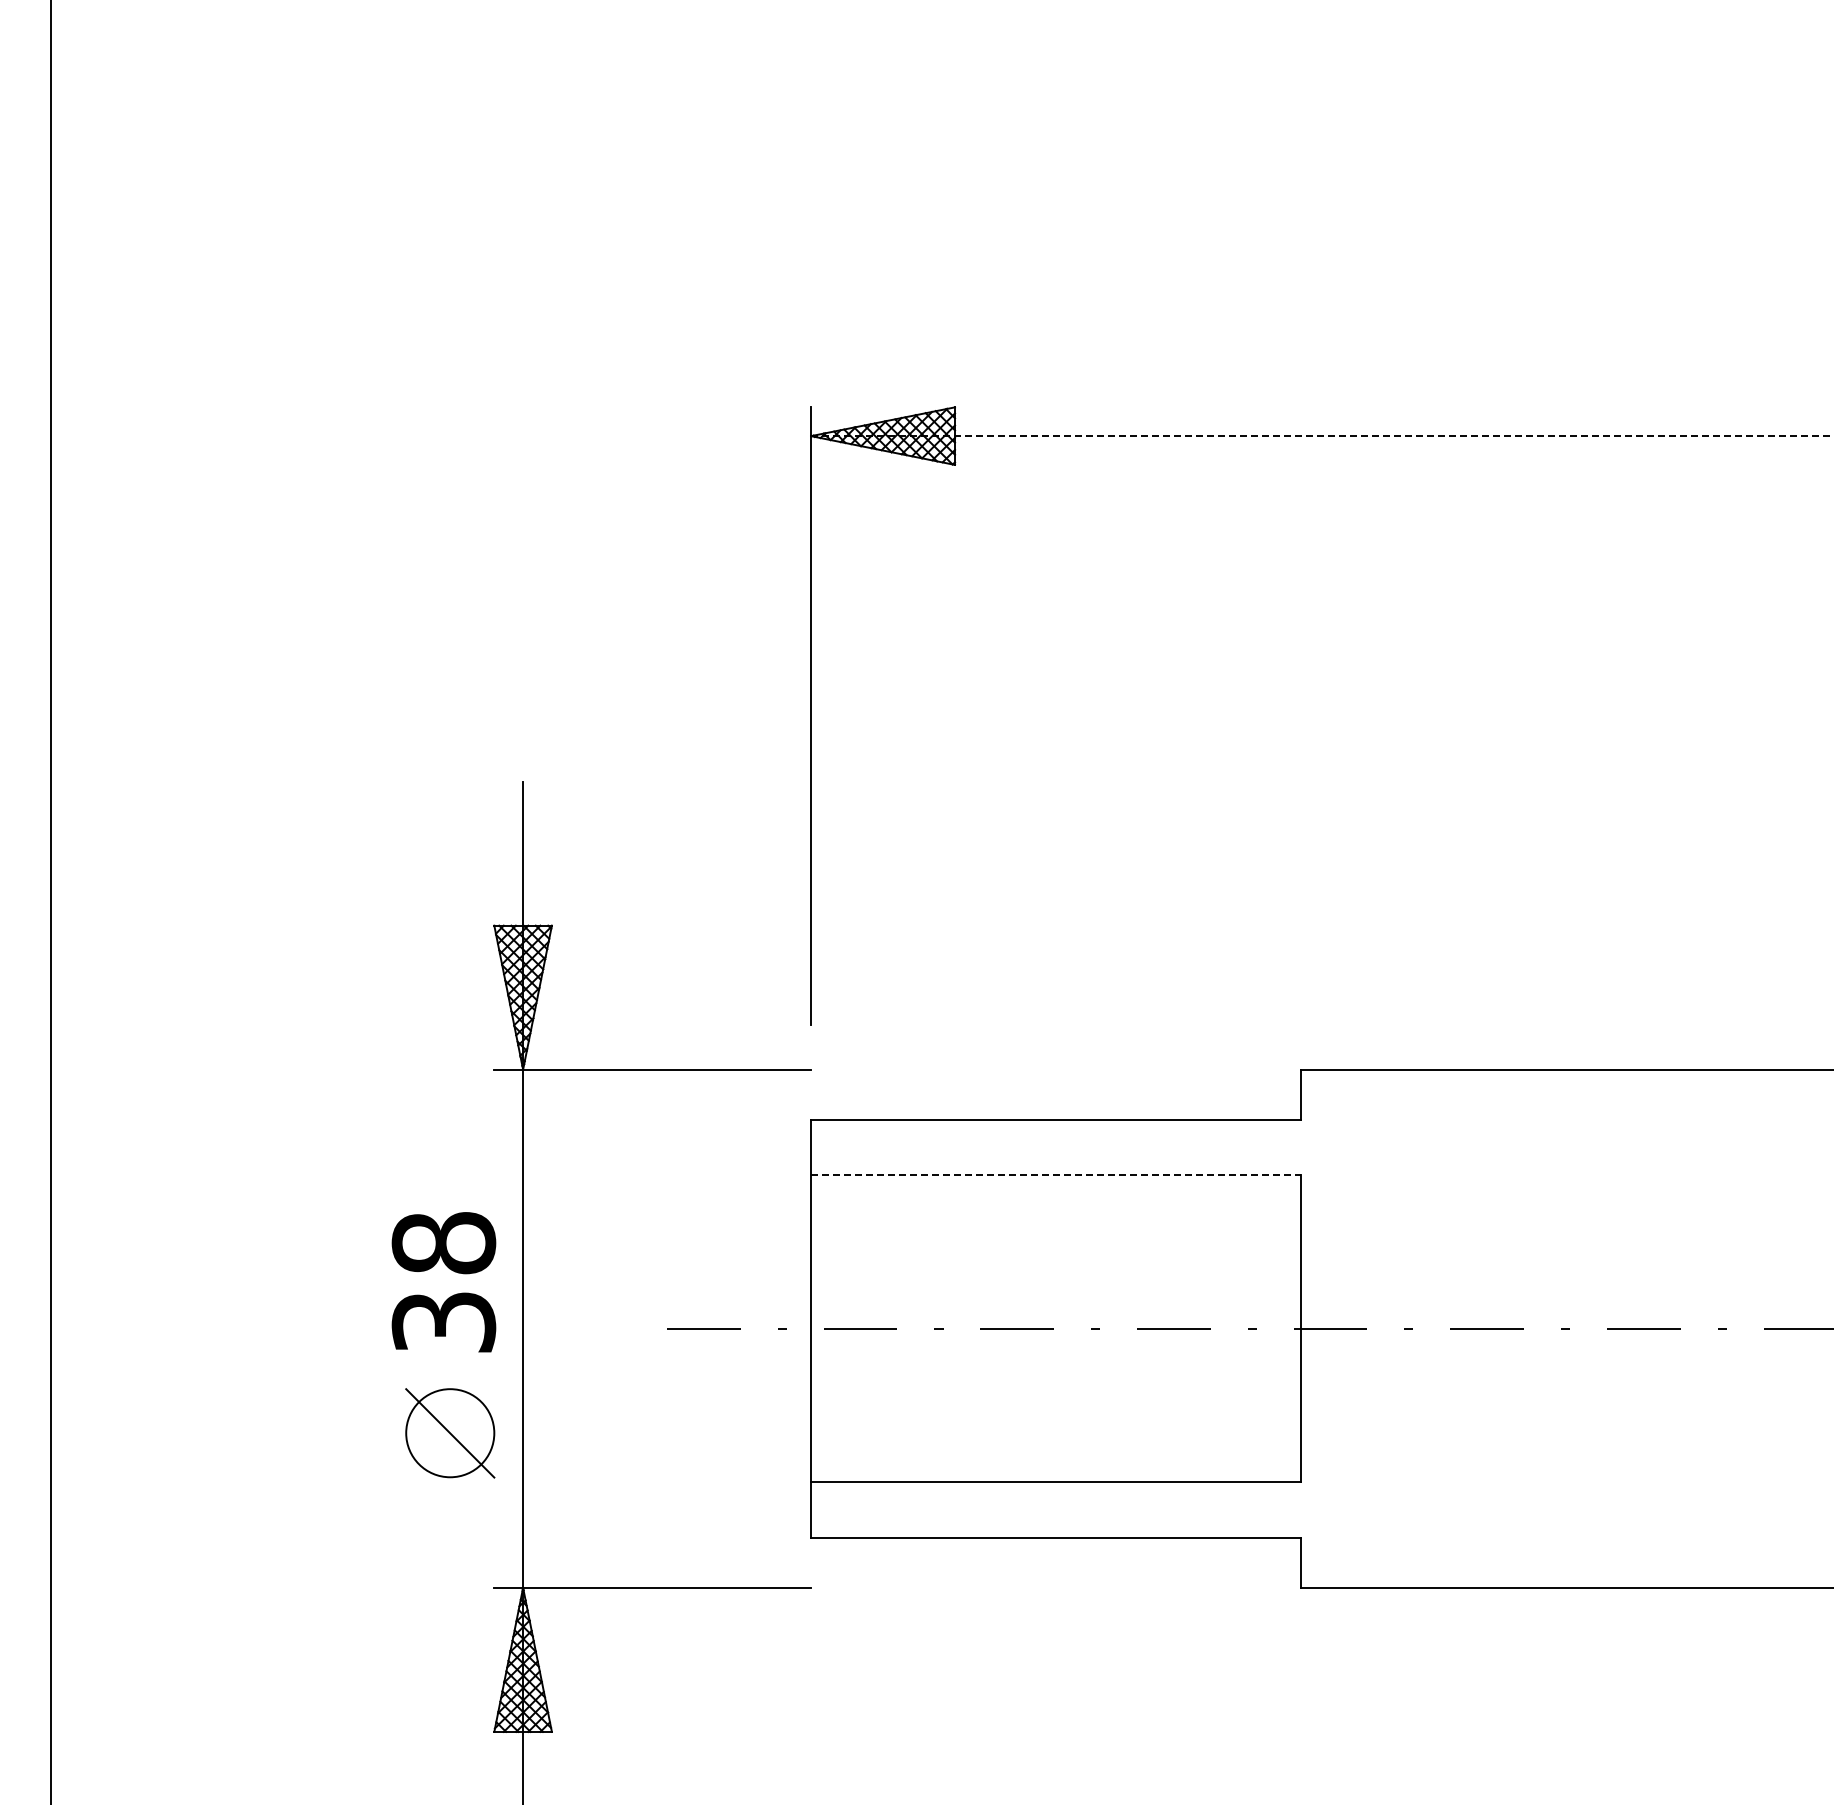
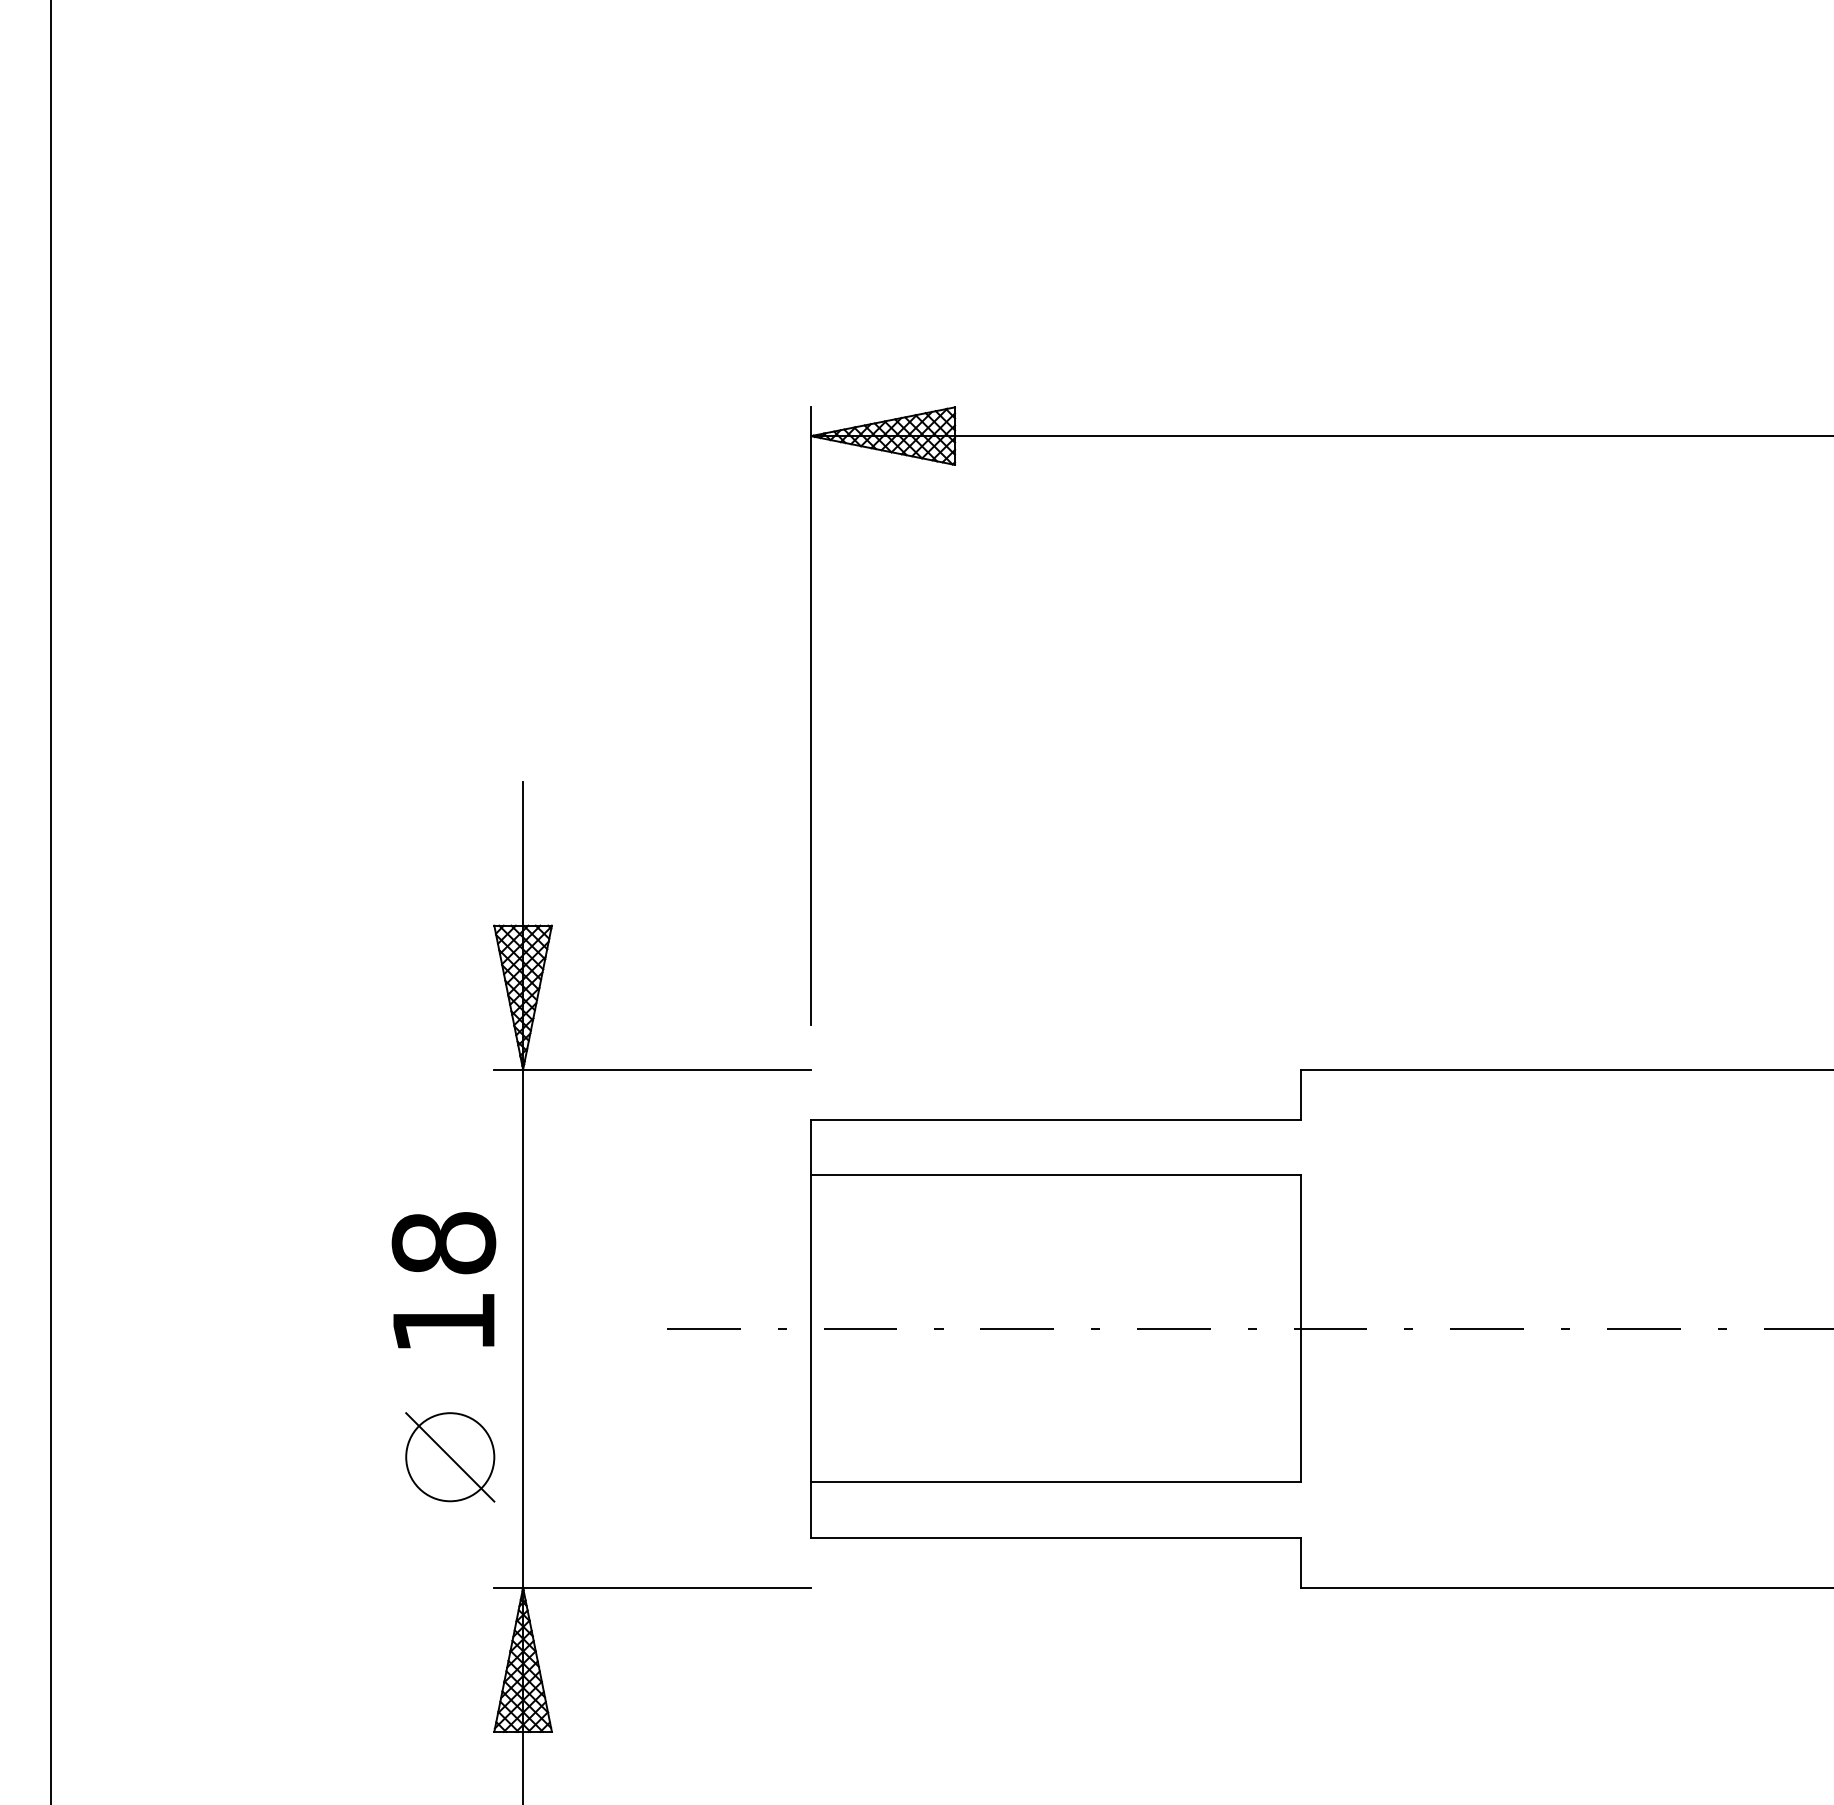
line at (1322, 436): dashed -> solid
line at (1055, 1175): dashed -> solid
text at (443, 1322): 38 -> 18
part at (450, 1433) position: (450, 1433) -> (450, 1457)
